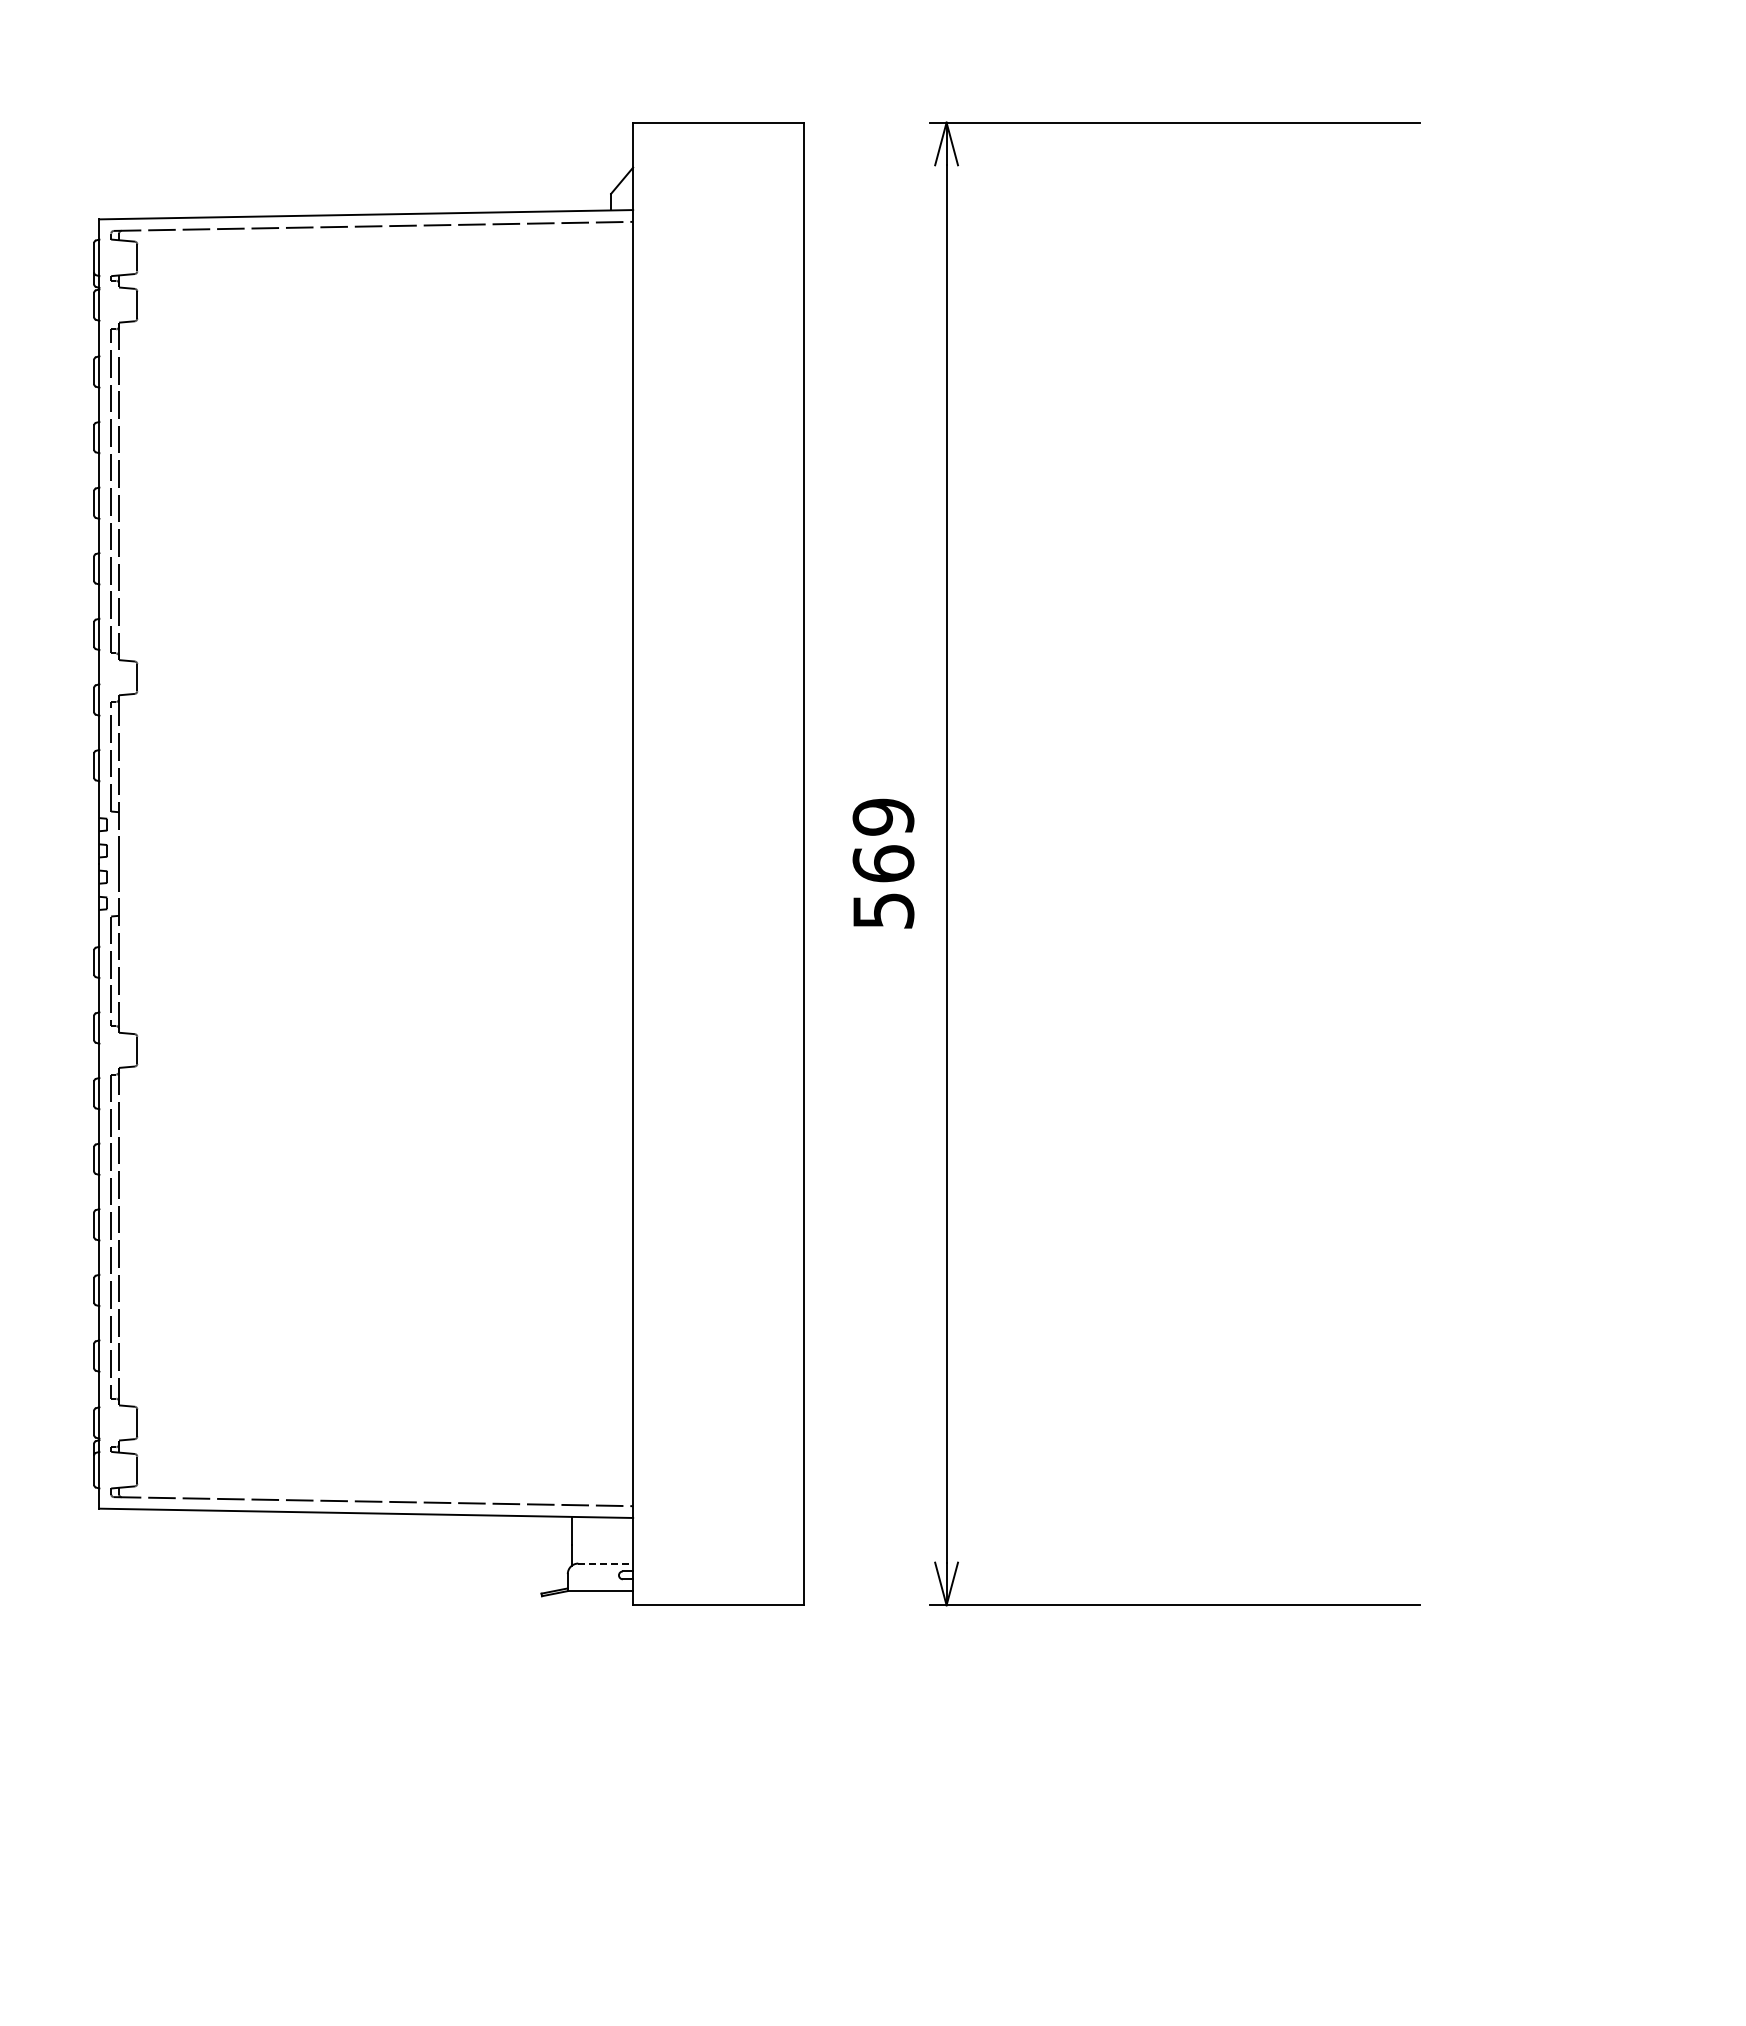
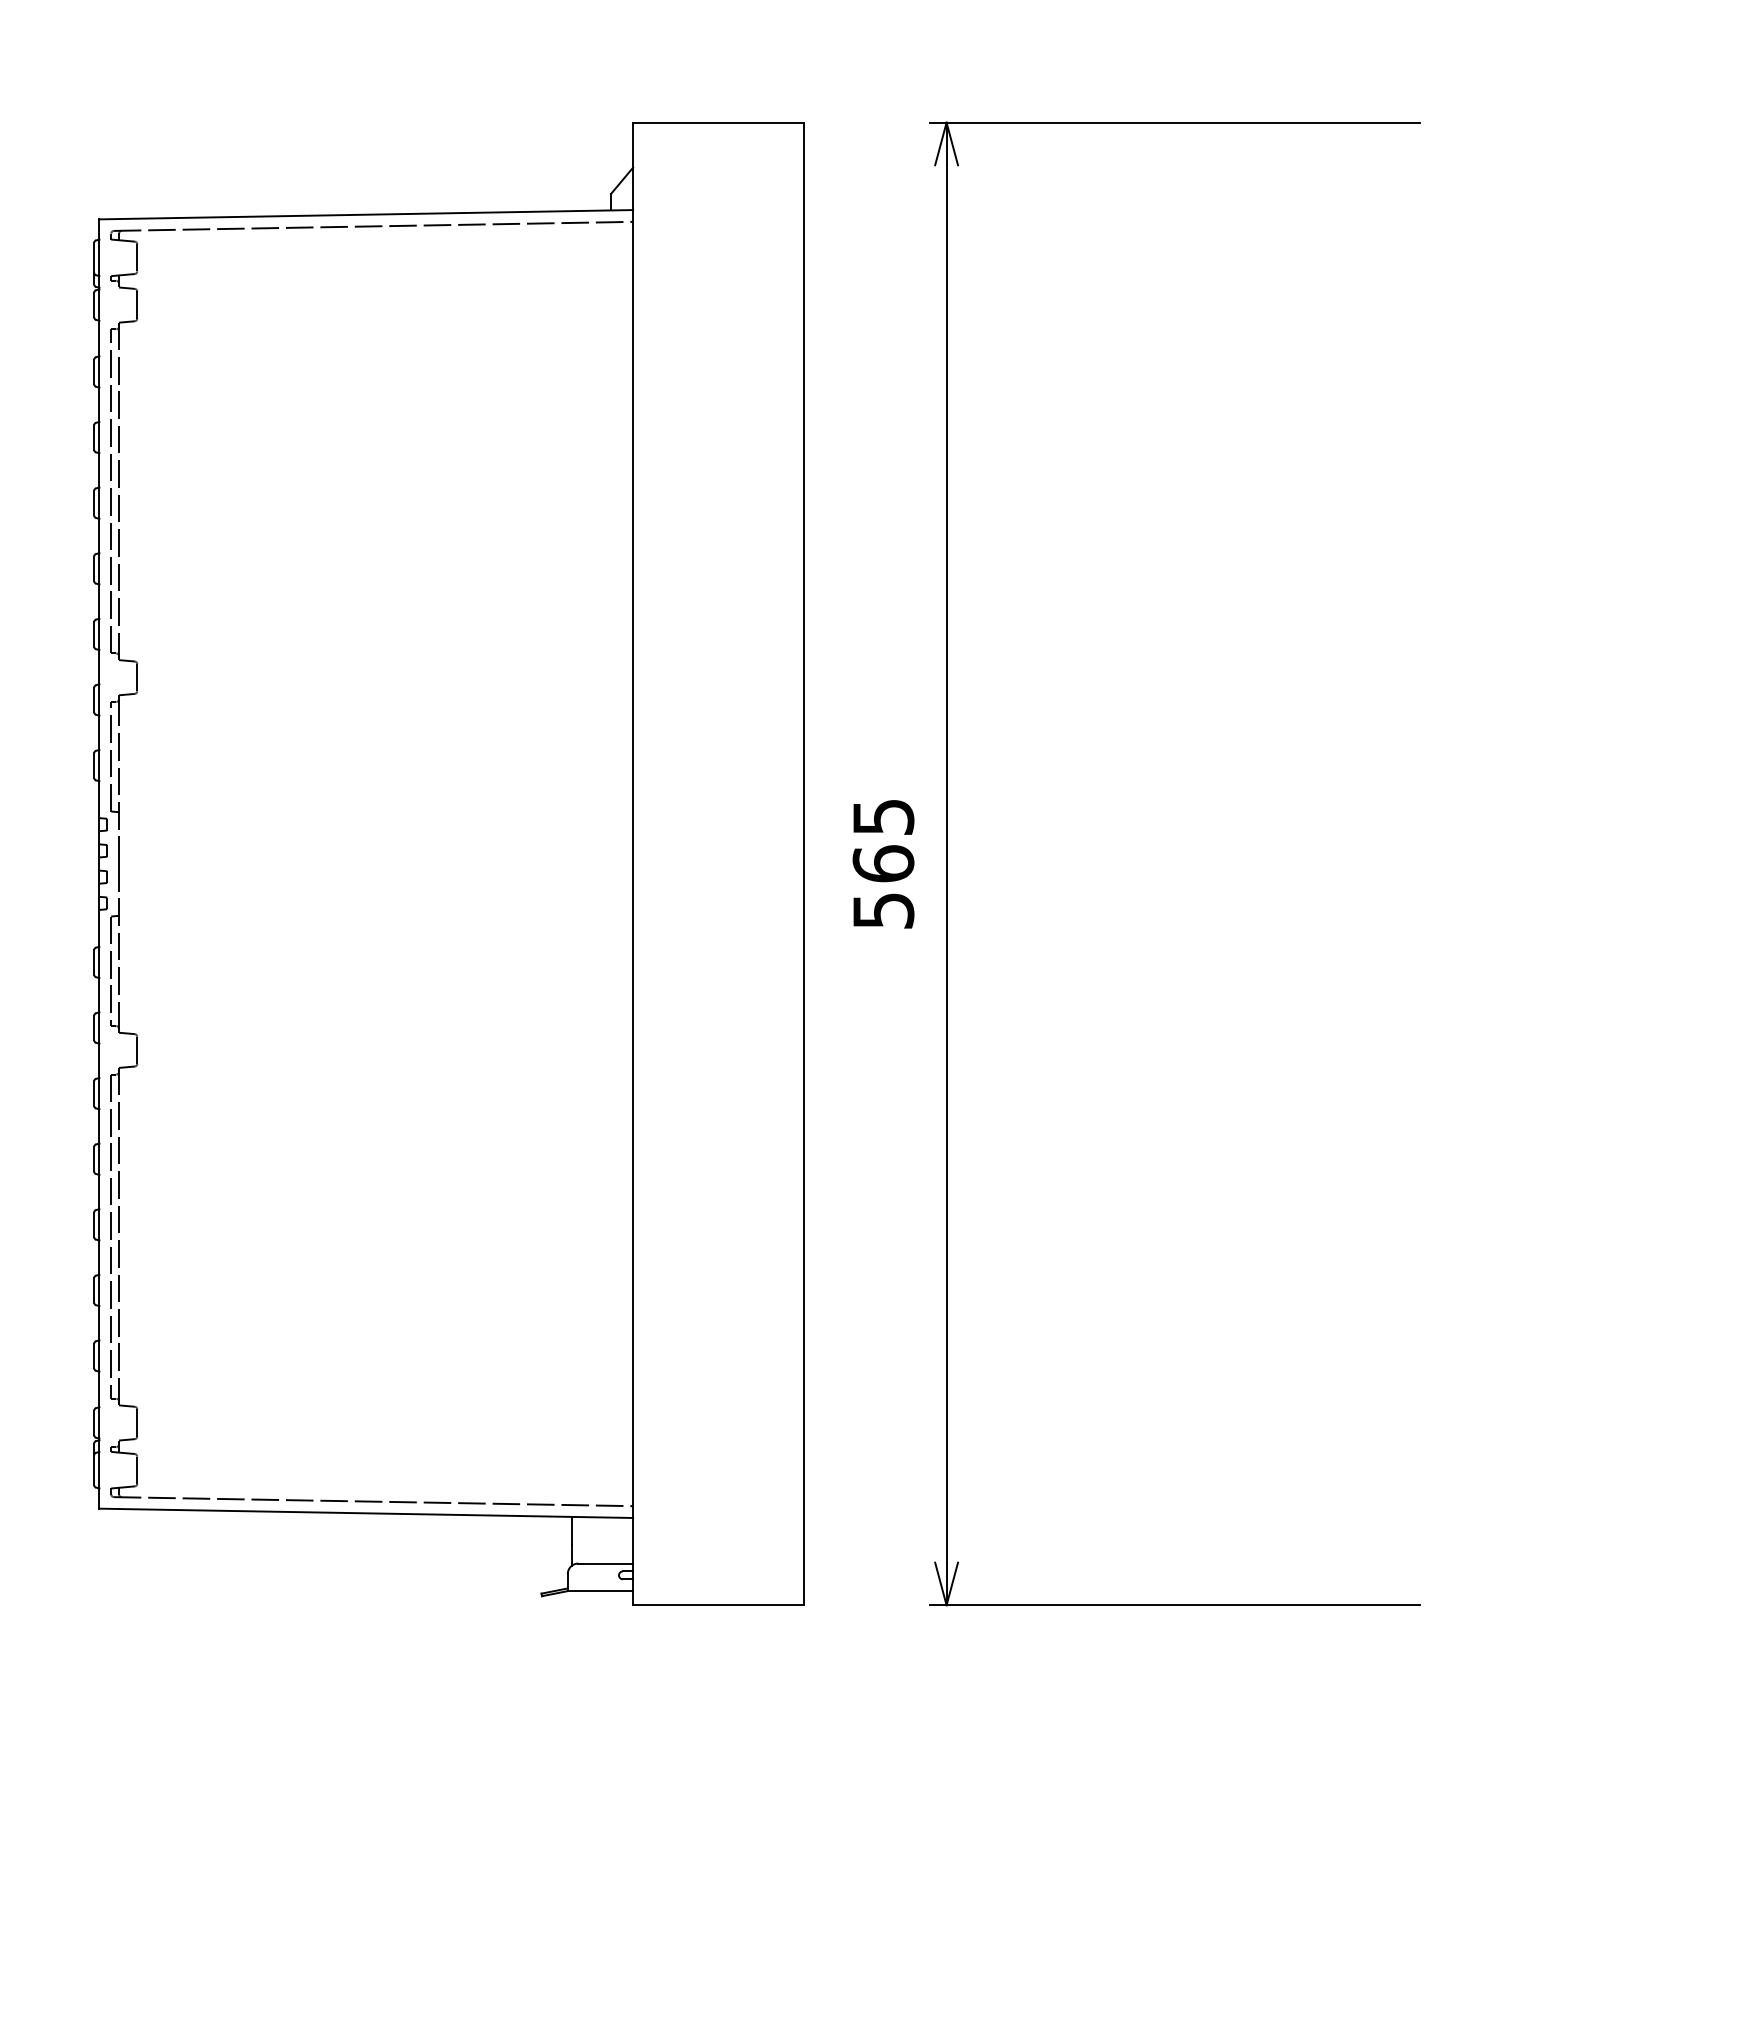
text at (883, 816): 569 -> 565
line at (606, 1563): dashed -> solid
